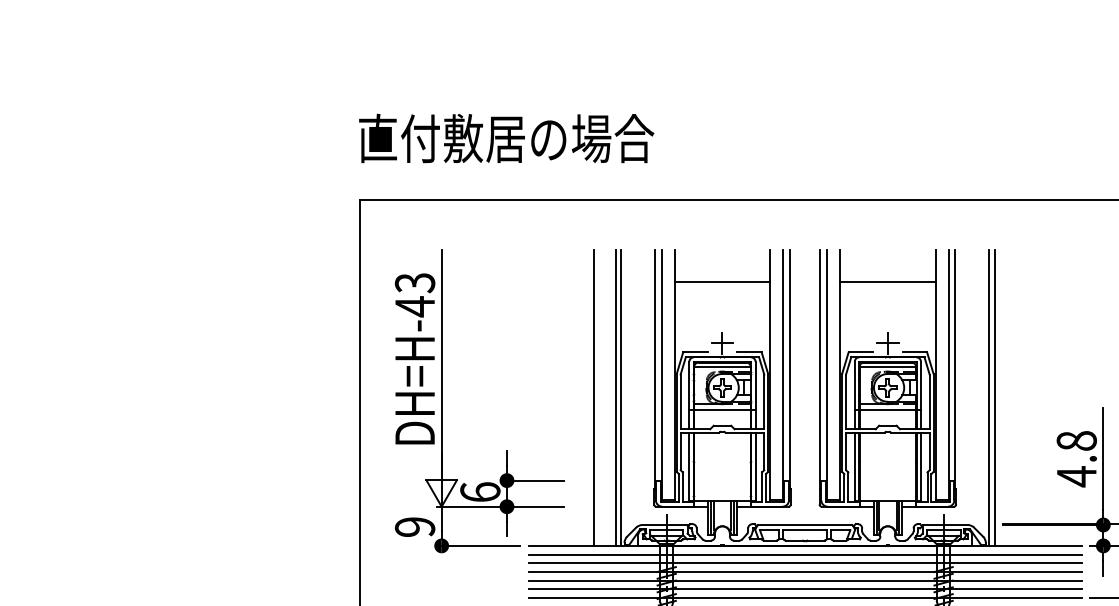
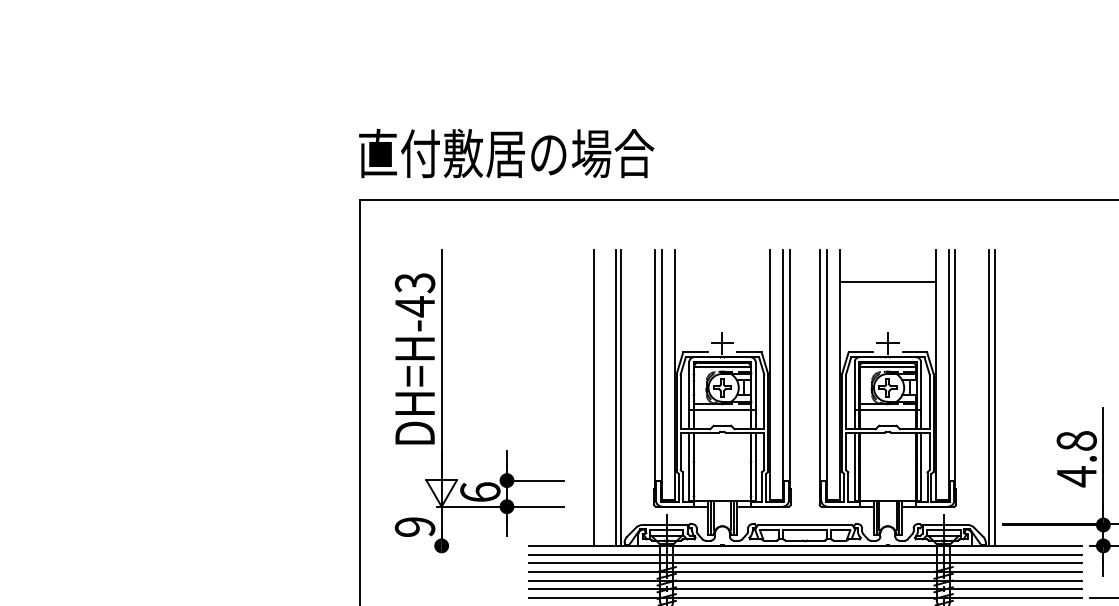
text at (506, 138) position: (506, 138) -> (506, 153)
line at (722, 282): present -> none
line at (478, 545): present -> none
